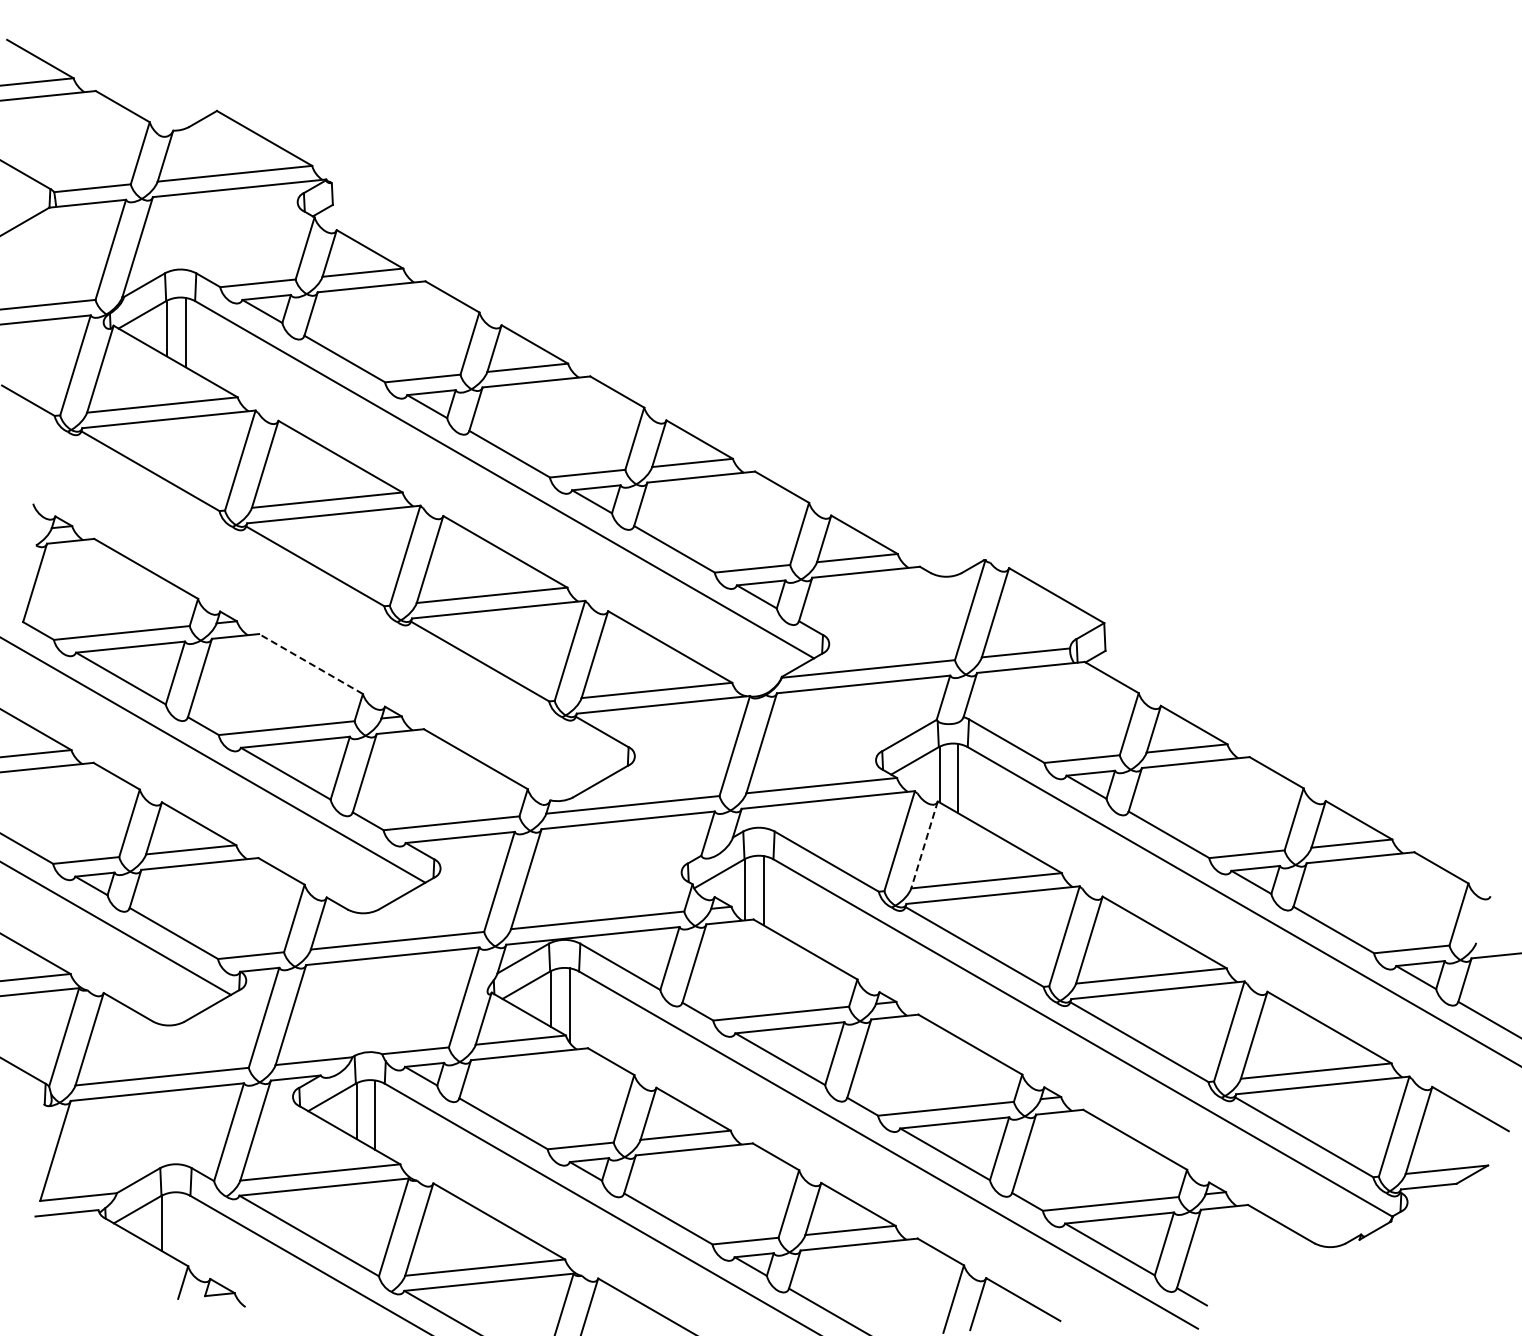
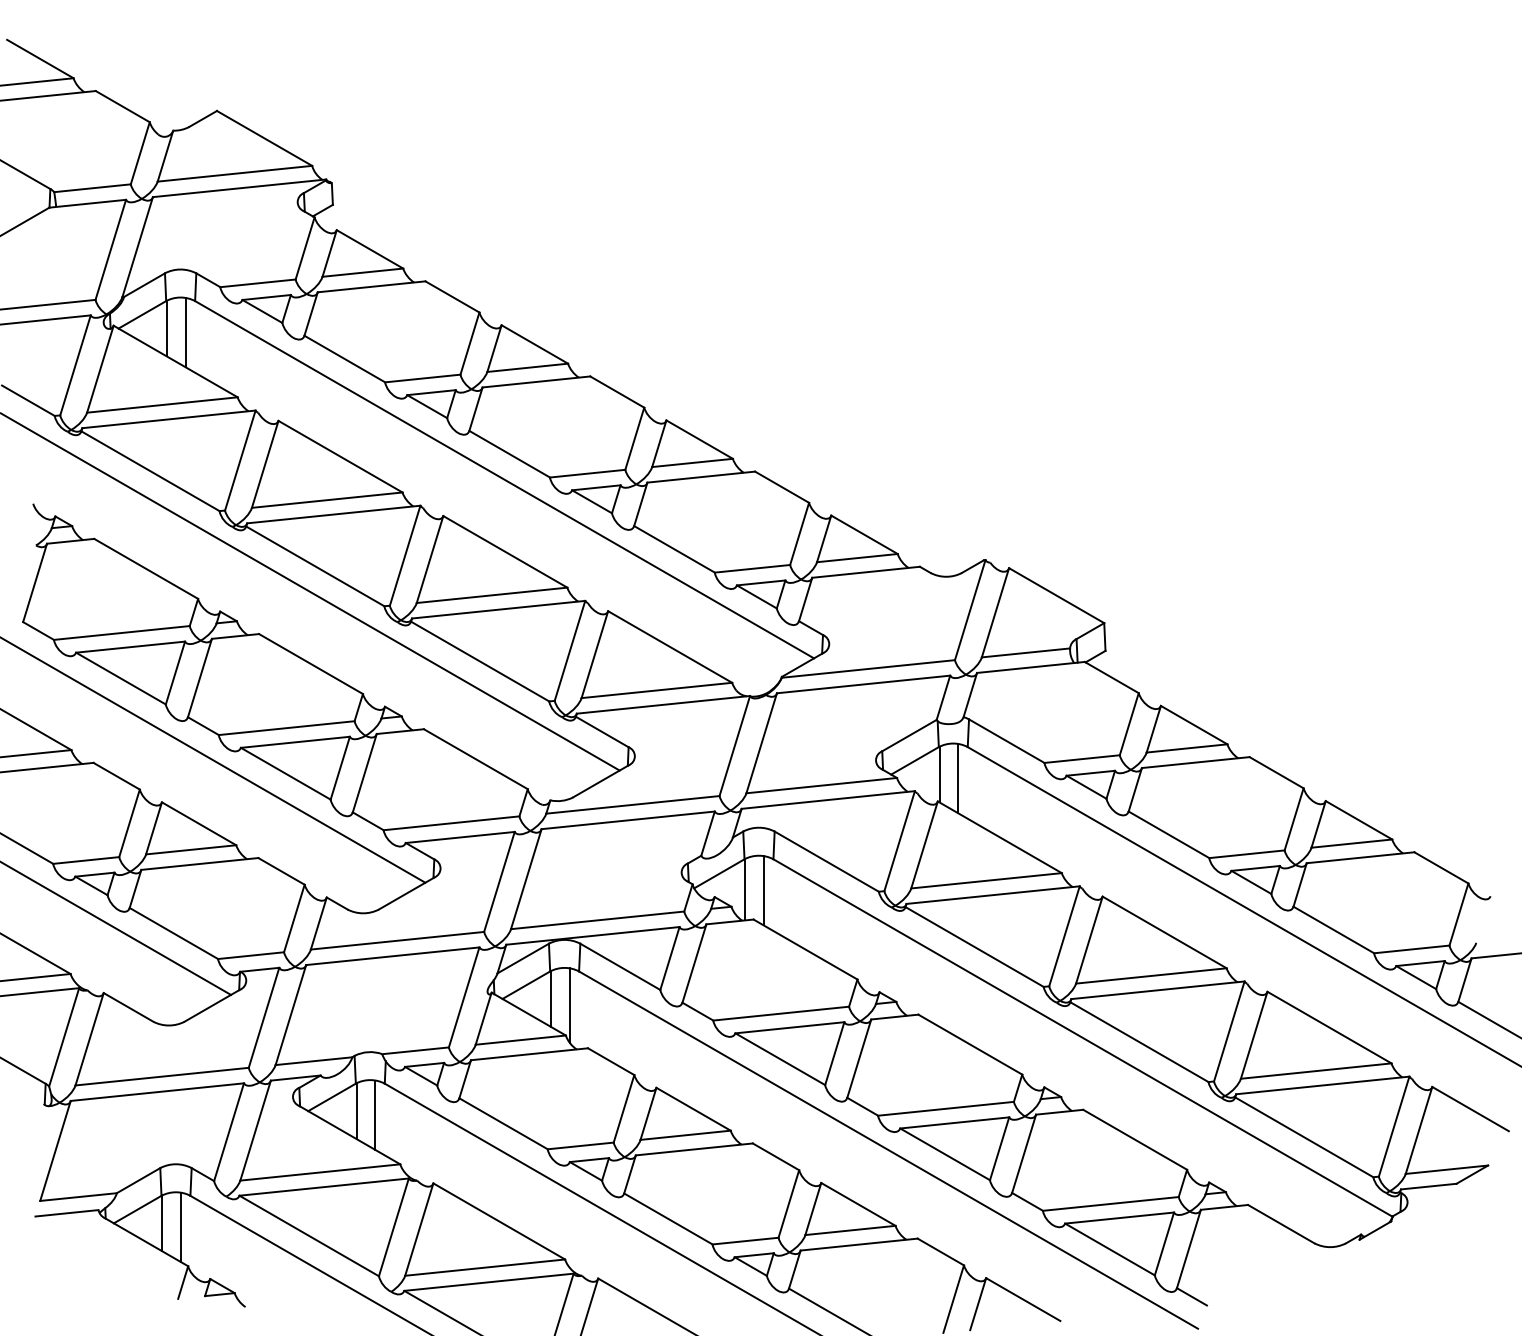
line at (310, 592): none -> present
line at (311, 664): dashed -> solid
line at (924, 845): dashed -> solid
line at (180, 1227): none -> present
